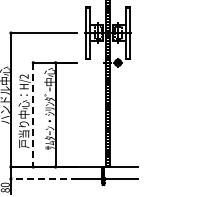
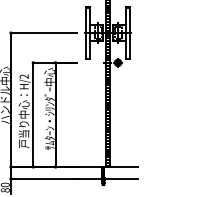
line at (33, 115): dashed -> solid
line at (43, 178): dashed -> solid
